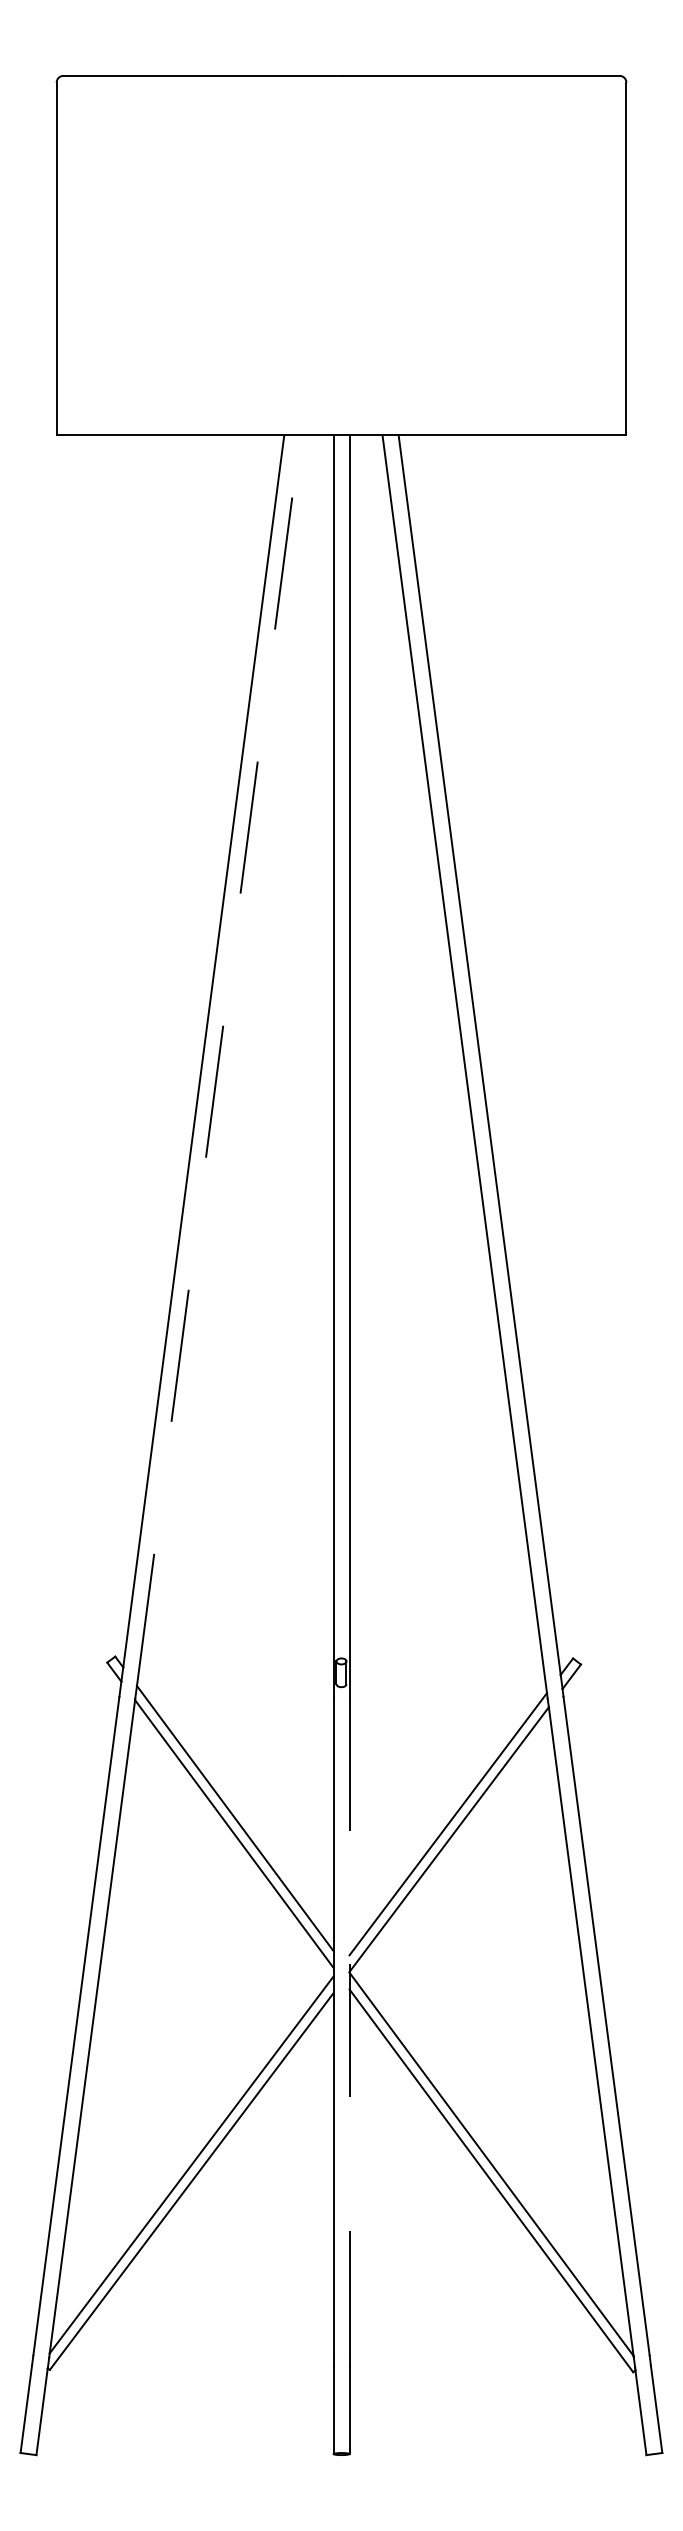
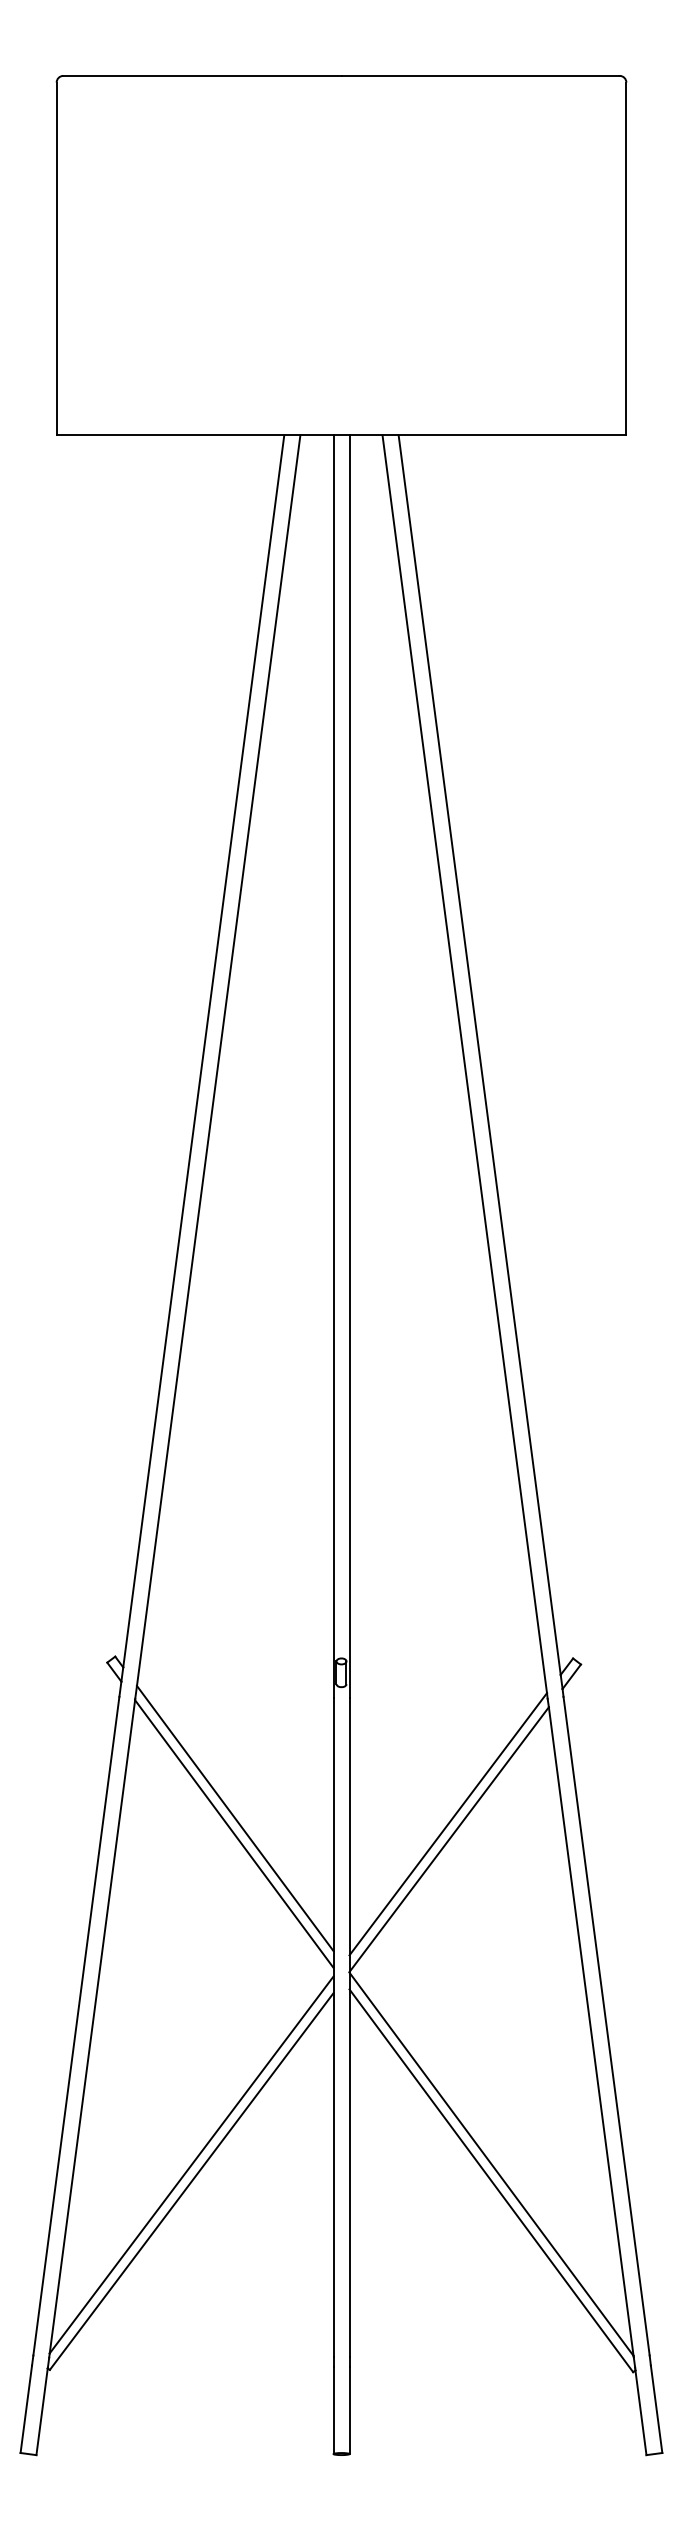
line at (218, 1060): dashed -> solid
line at (349, 2027): dashed -> solid
